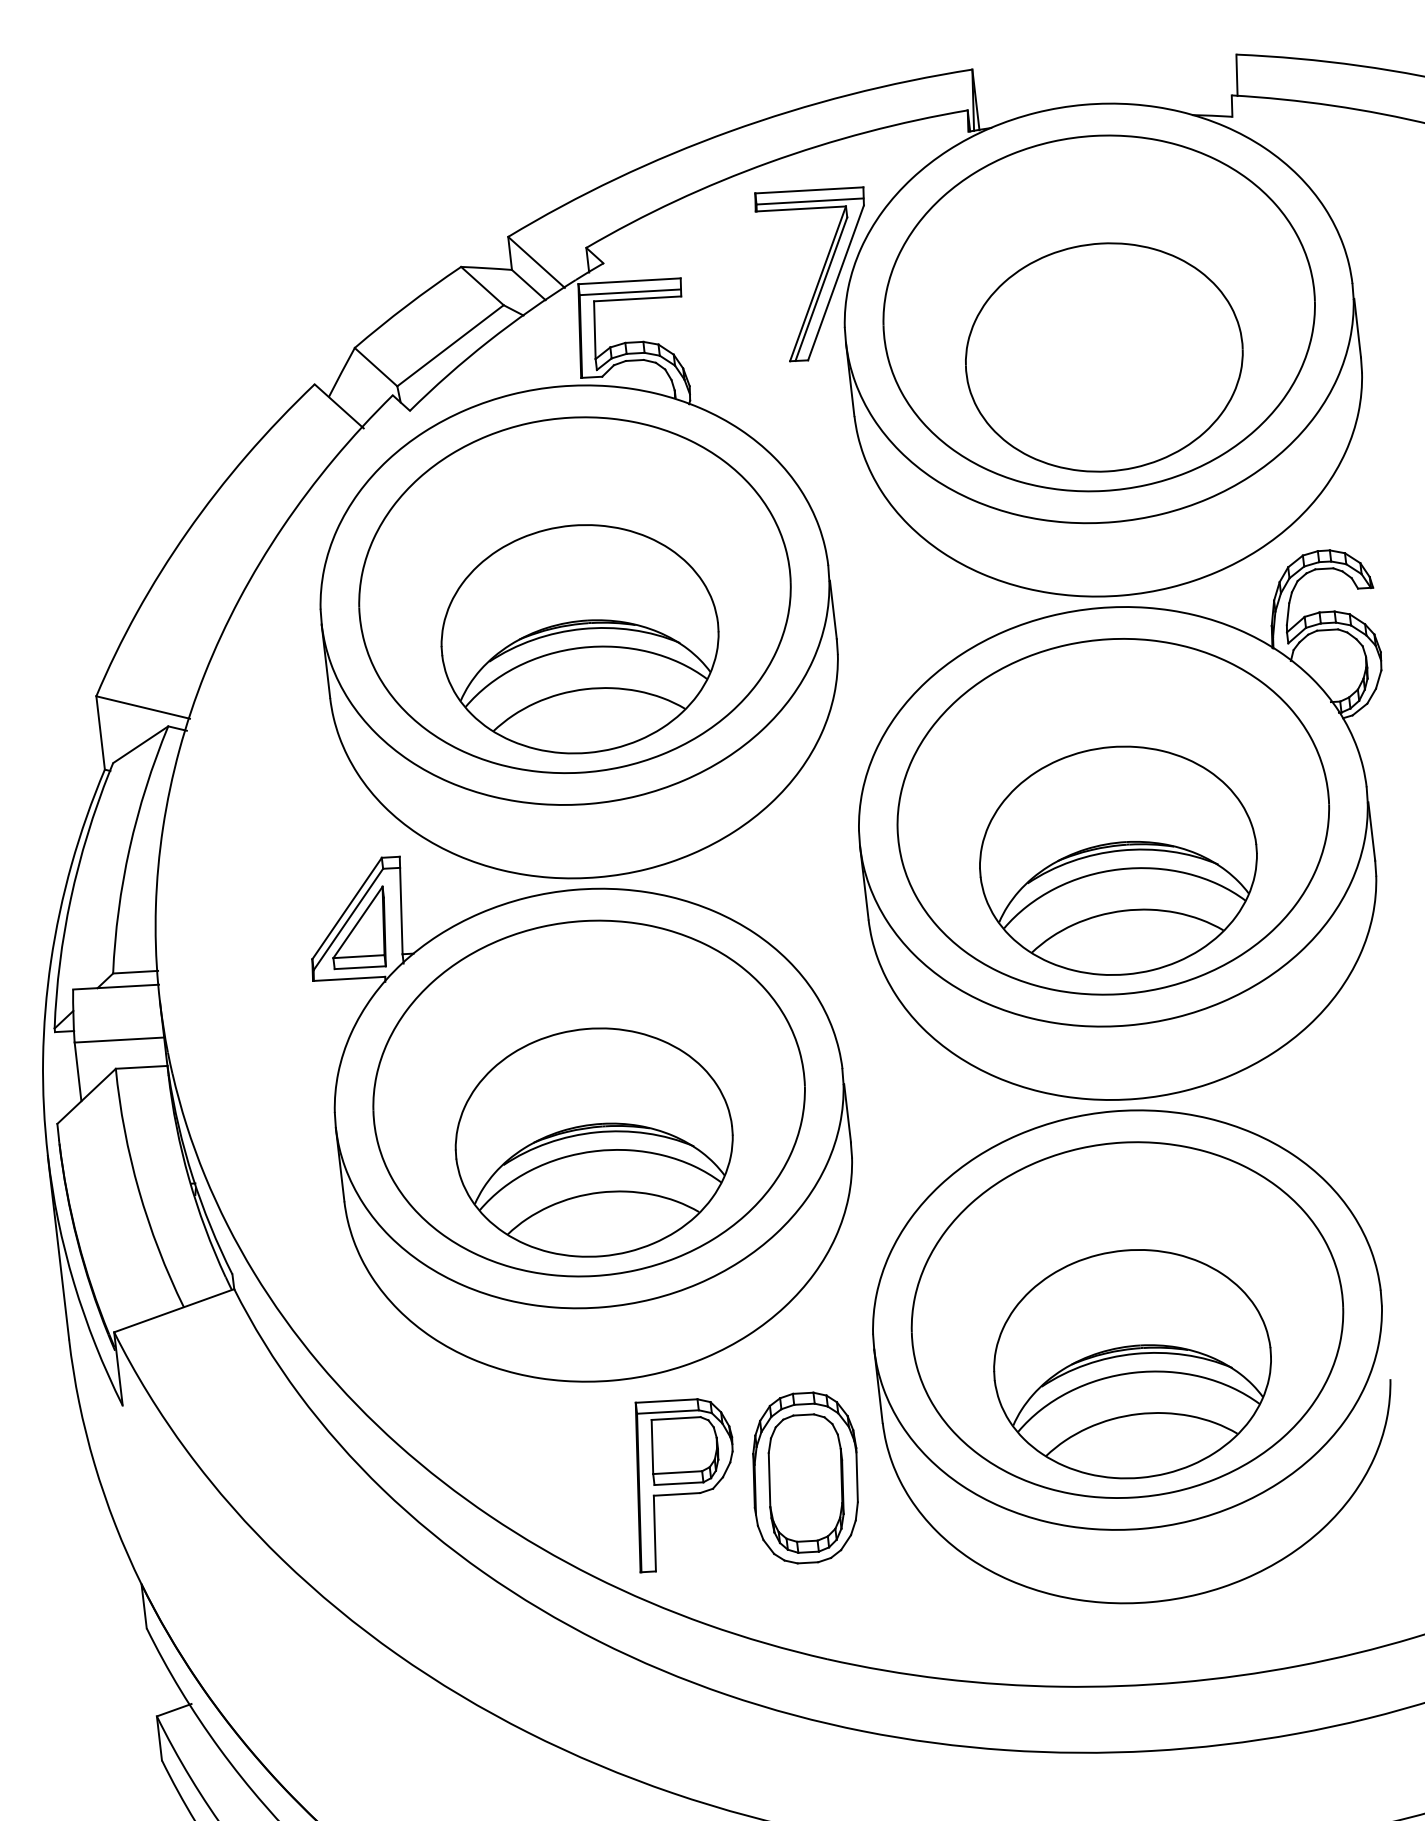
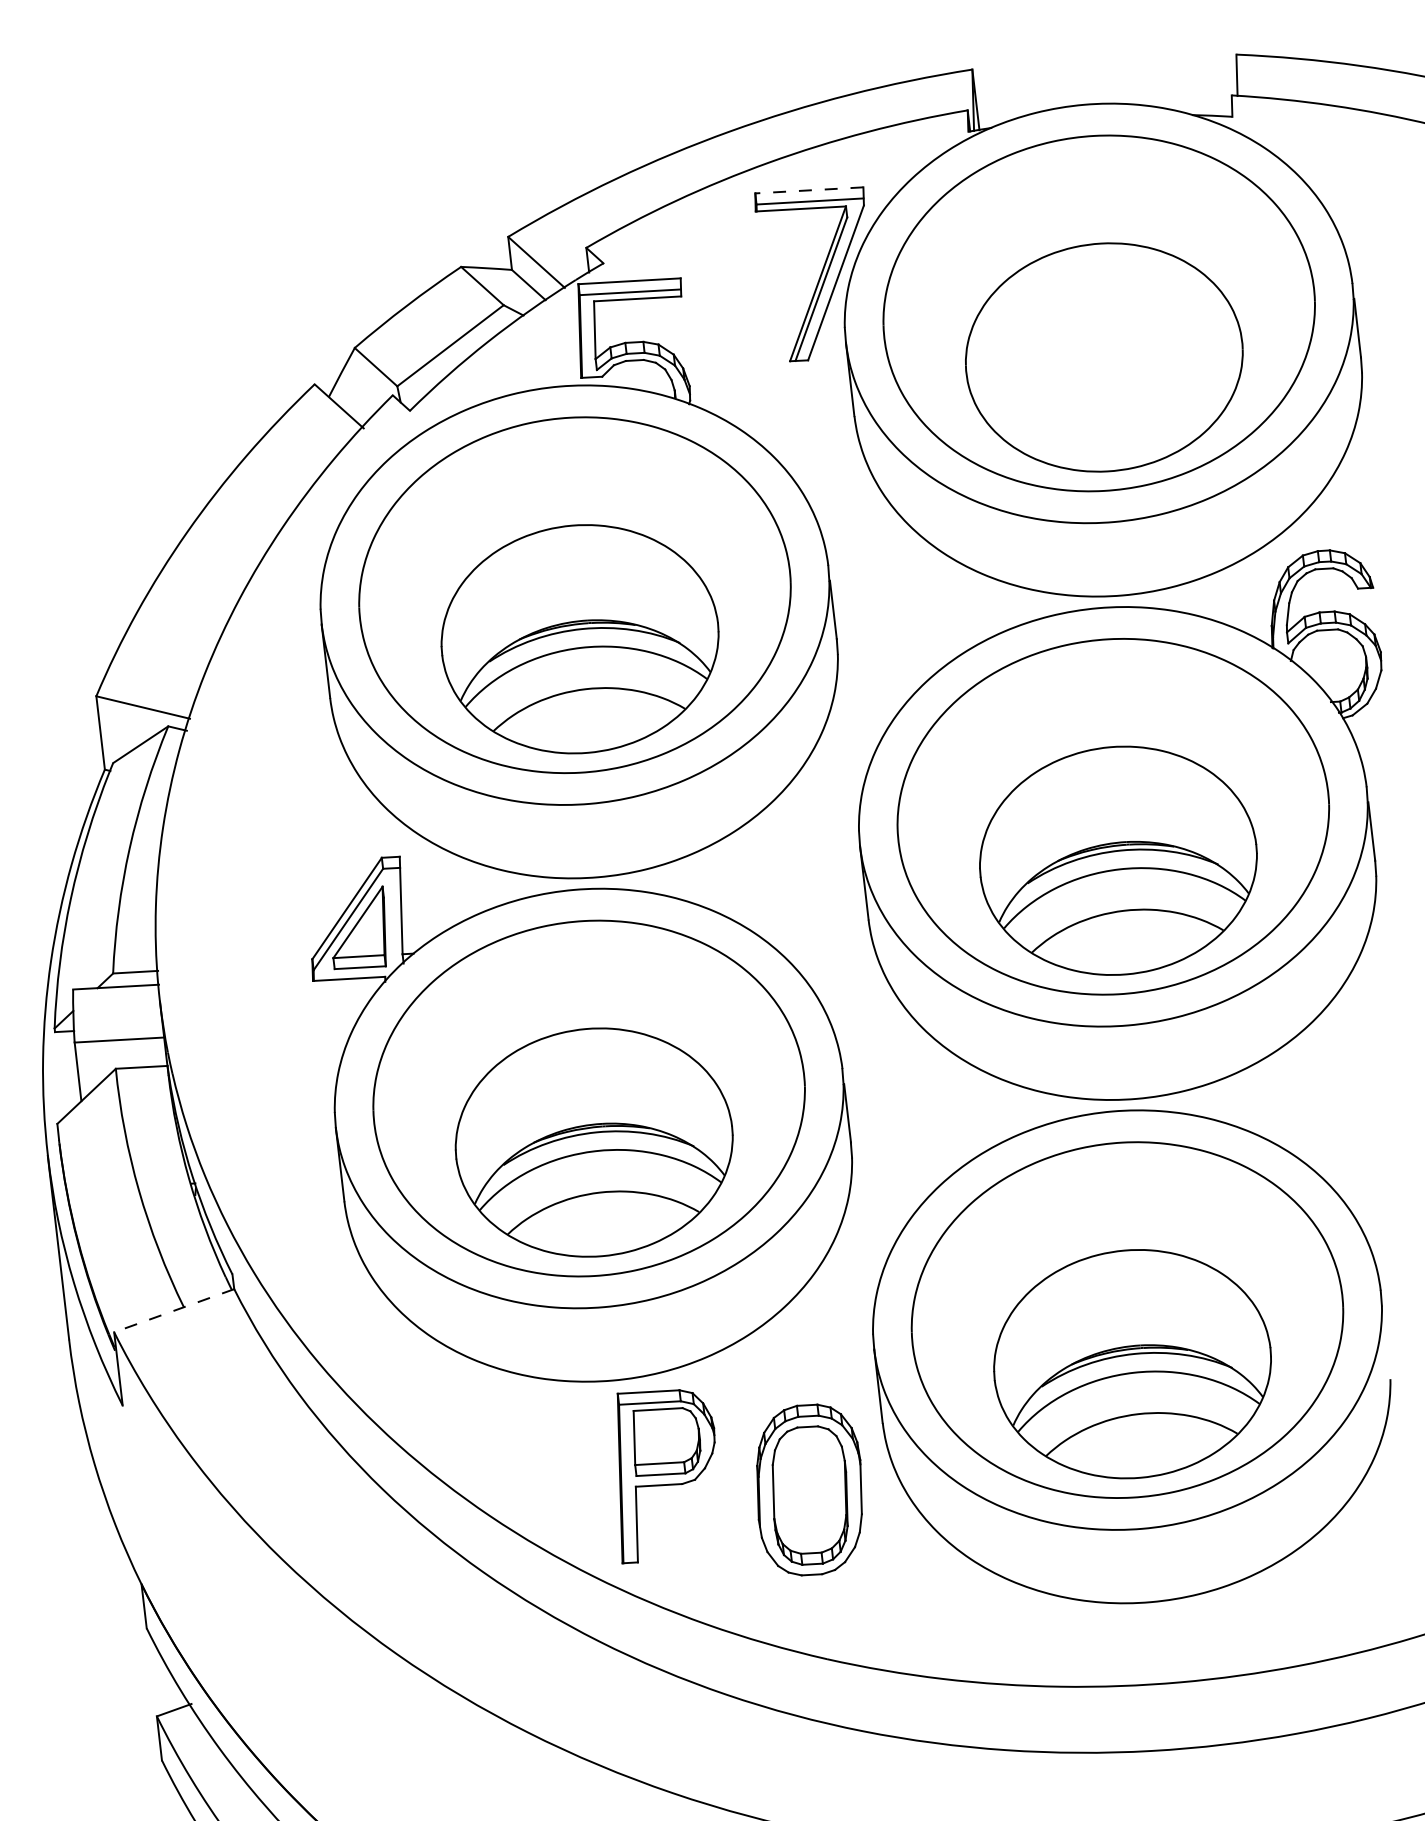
line at (808, 190): solid -> dashed
line at (174, 1310): solid -> dashed
part at (805, 1477) position: (805, 1477) -> (809, 1489)
part at (683, 1485) position: (683, 1485) -> (665, 1476)
